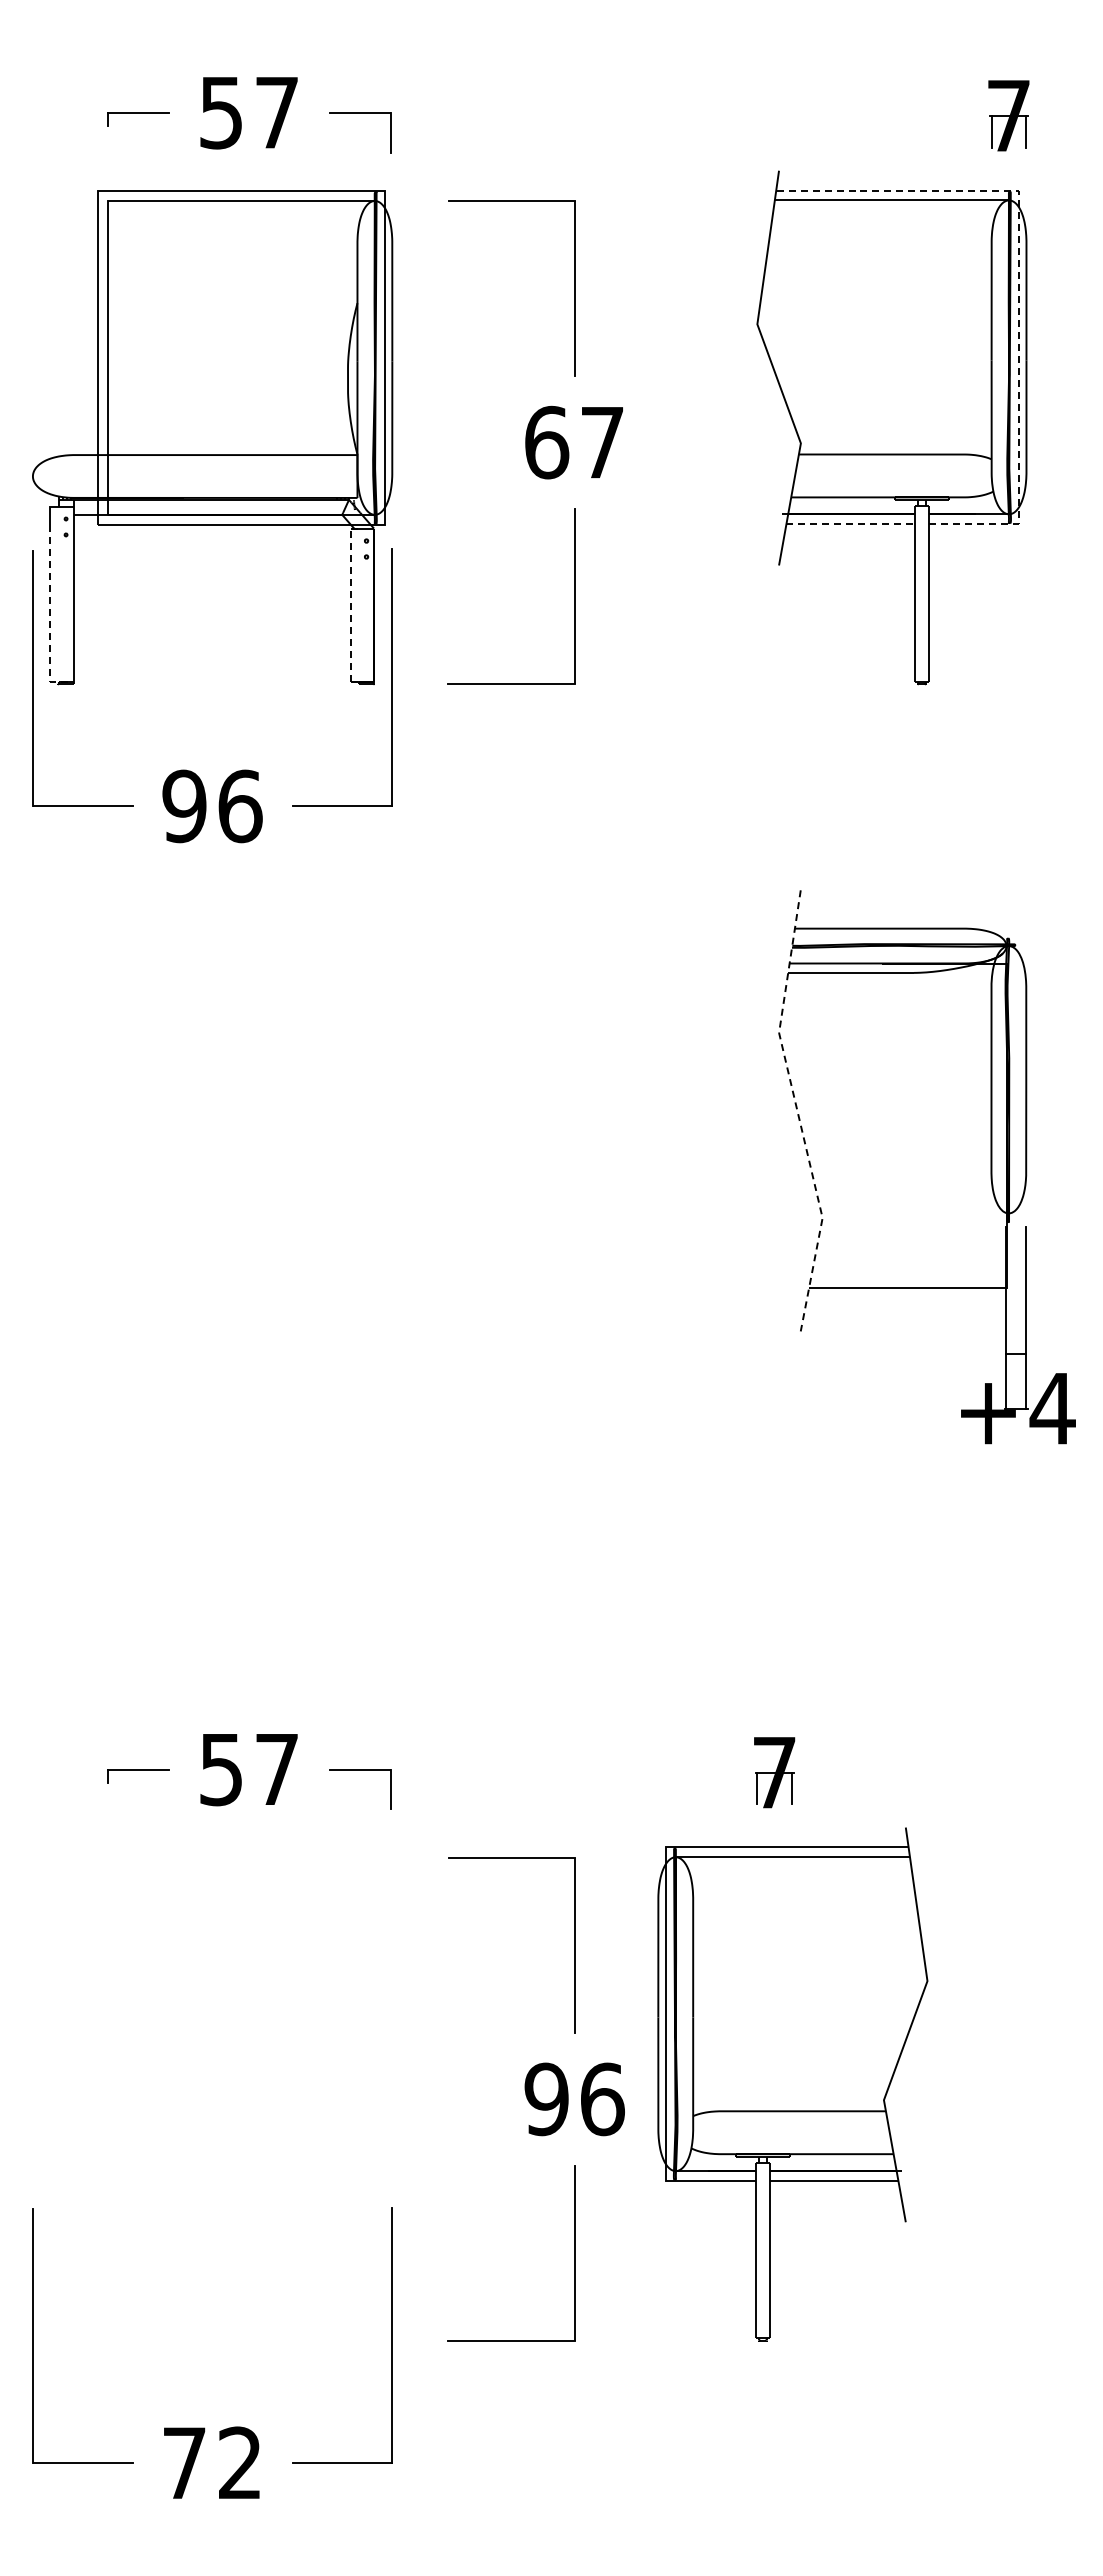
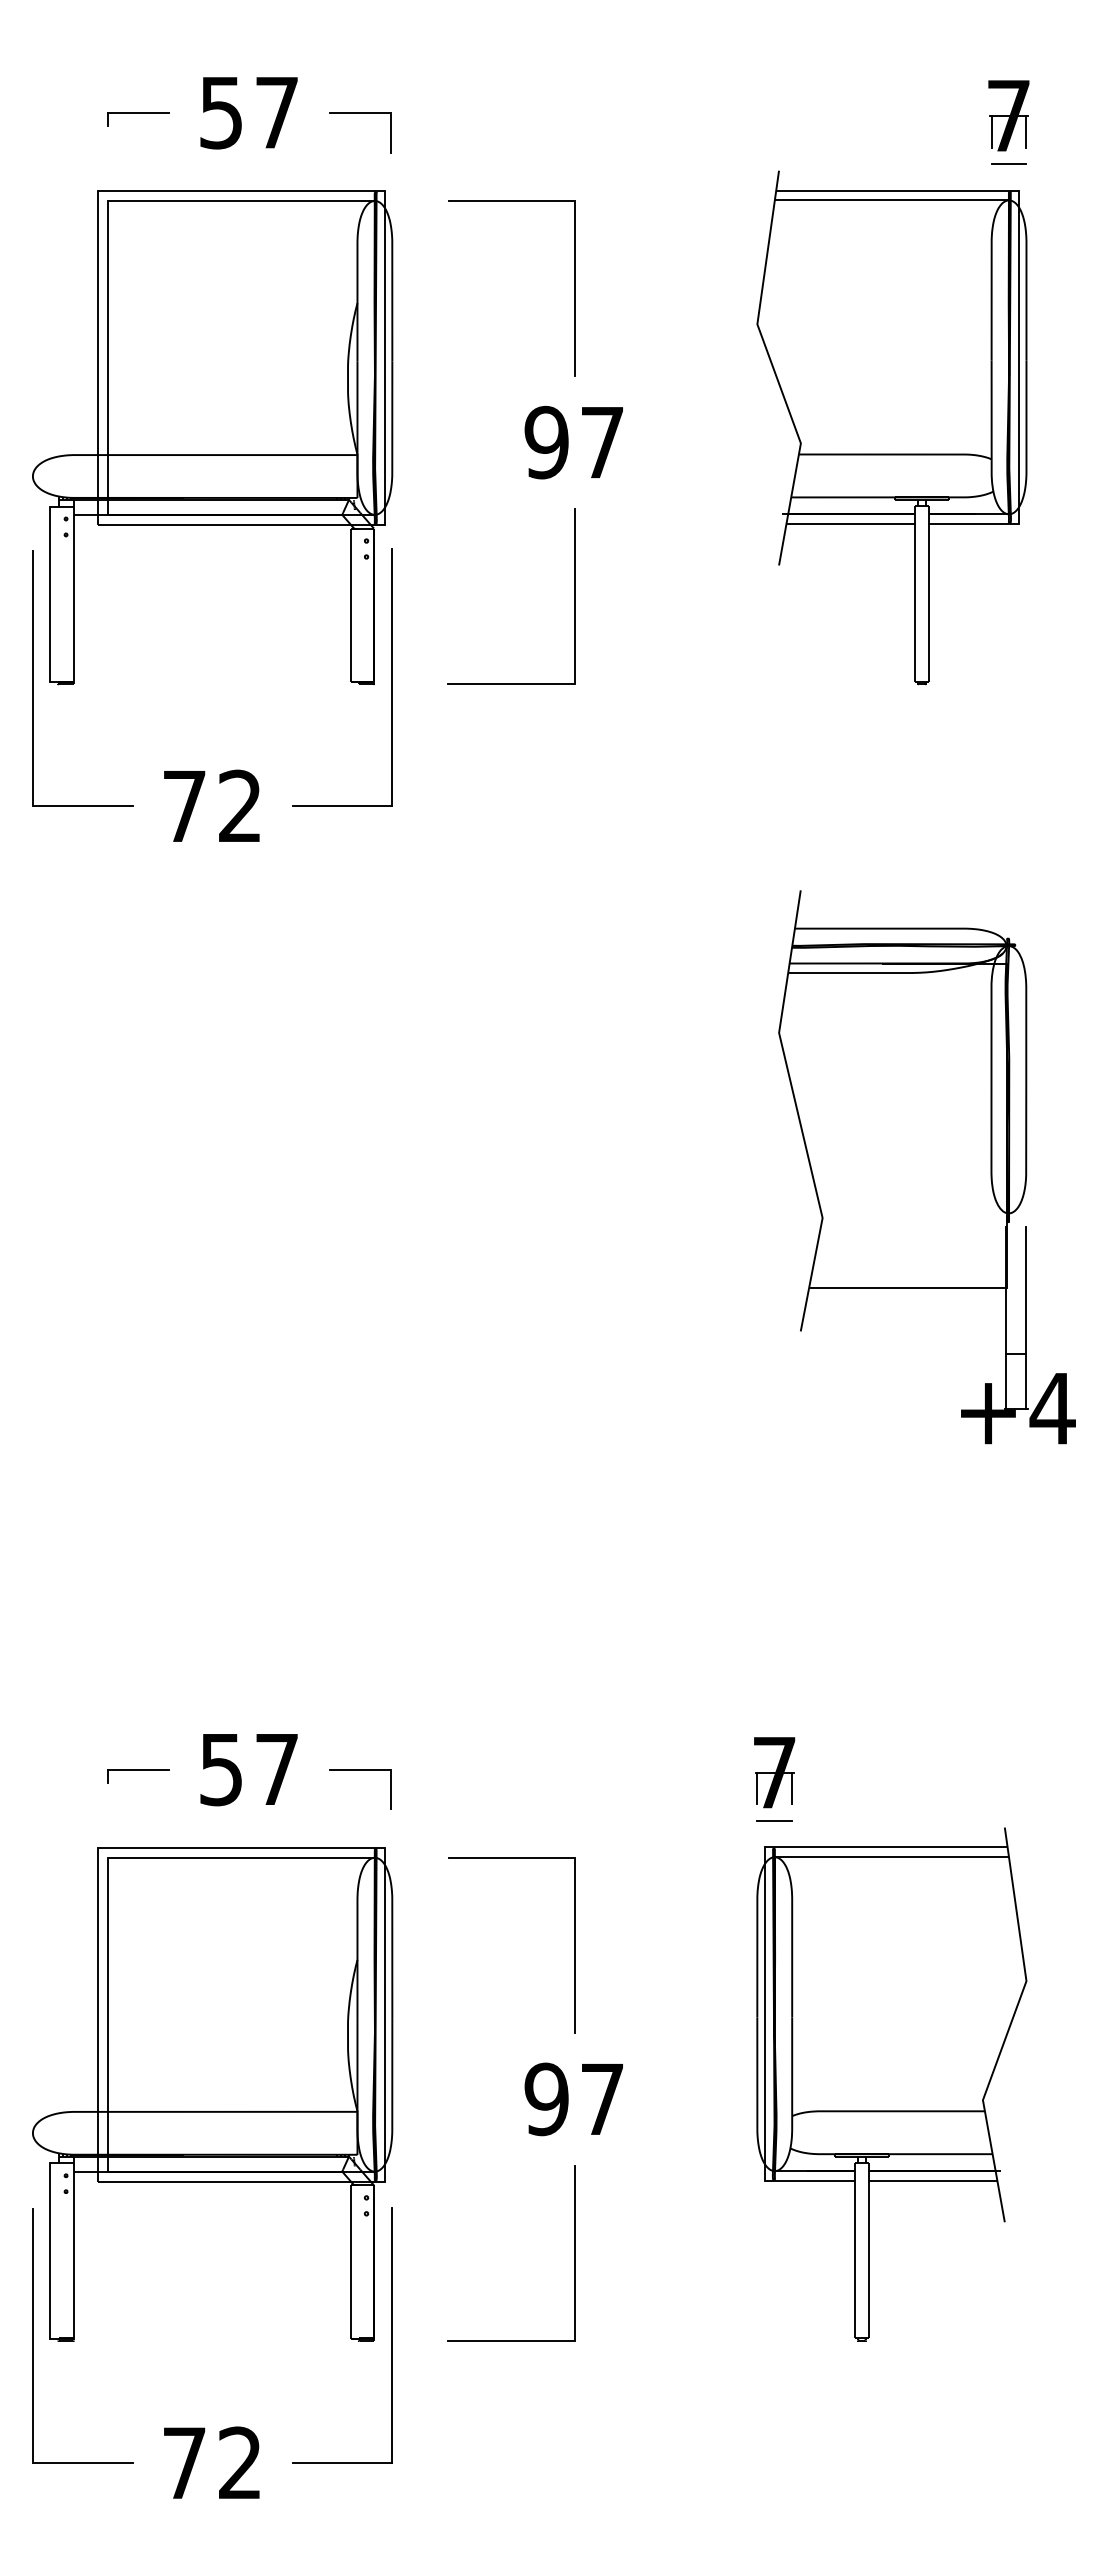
line at (1008, 164): none -> present
line at (1018, 281): dashed -> solid
text at (546, 442): 67 -> 97
line at (851, 524): dashed -> solid
line at (350, 605): dashed -> solid
line at (50, 615): dashed -> solid
text at (212, 806): 96 -> 72
line at (797, 1111): dashed -> solid
line at (774, 1821): none -> present
part at (792, 2084) position: (792, 2084) -> (891, 2084)
part at (212, 2094): none -> present
text at (602, 2099): 96 -> 97
